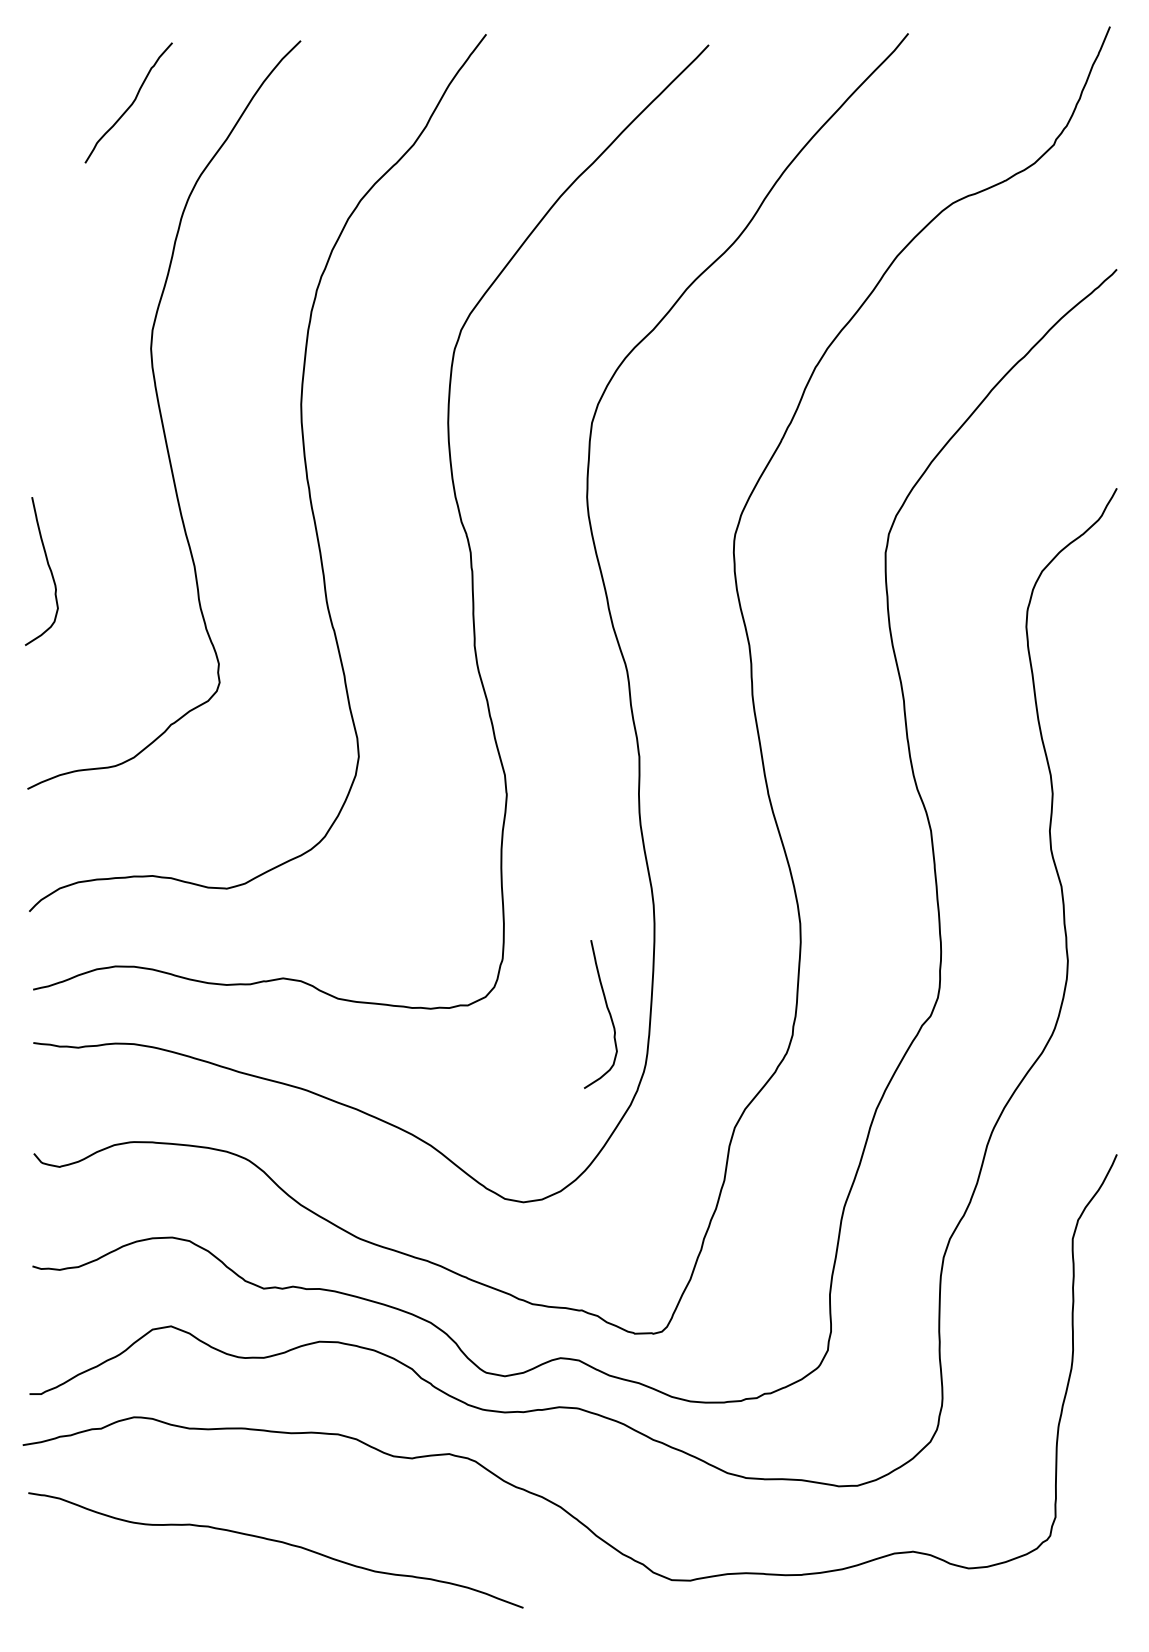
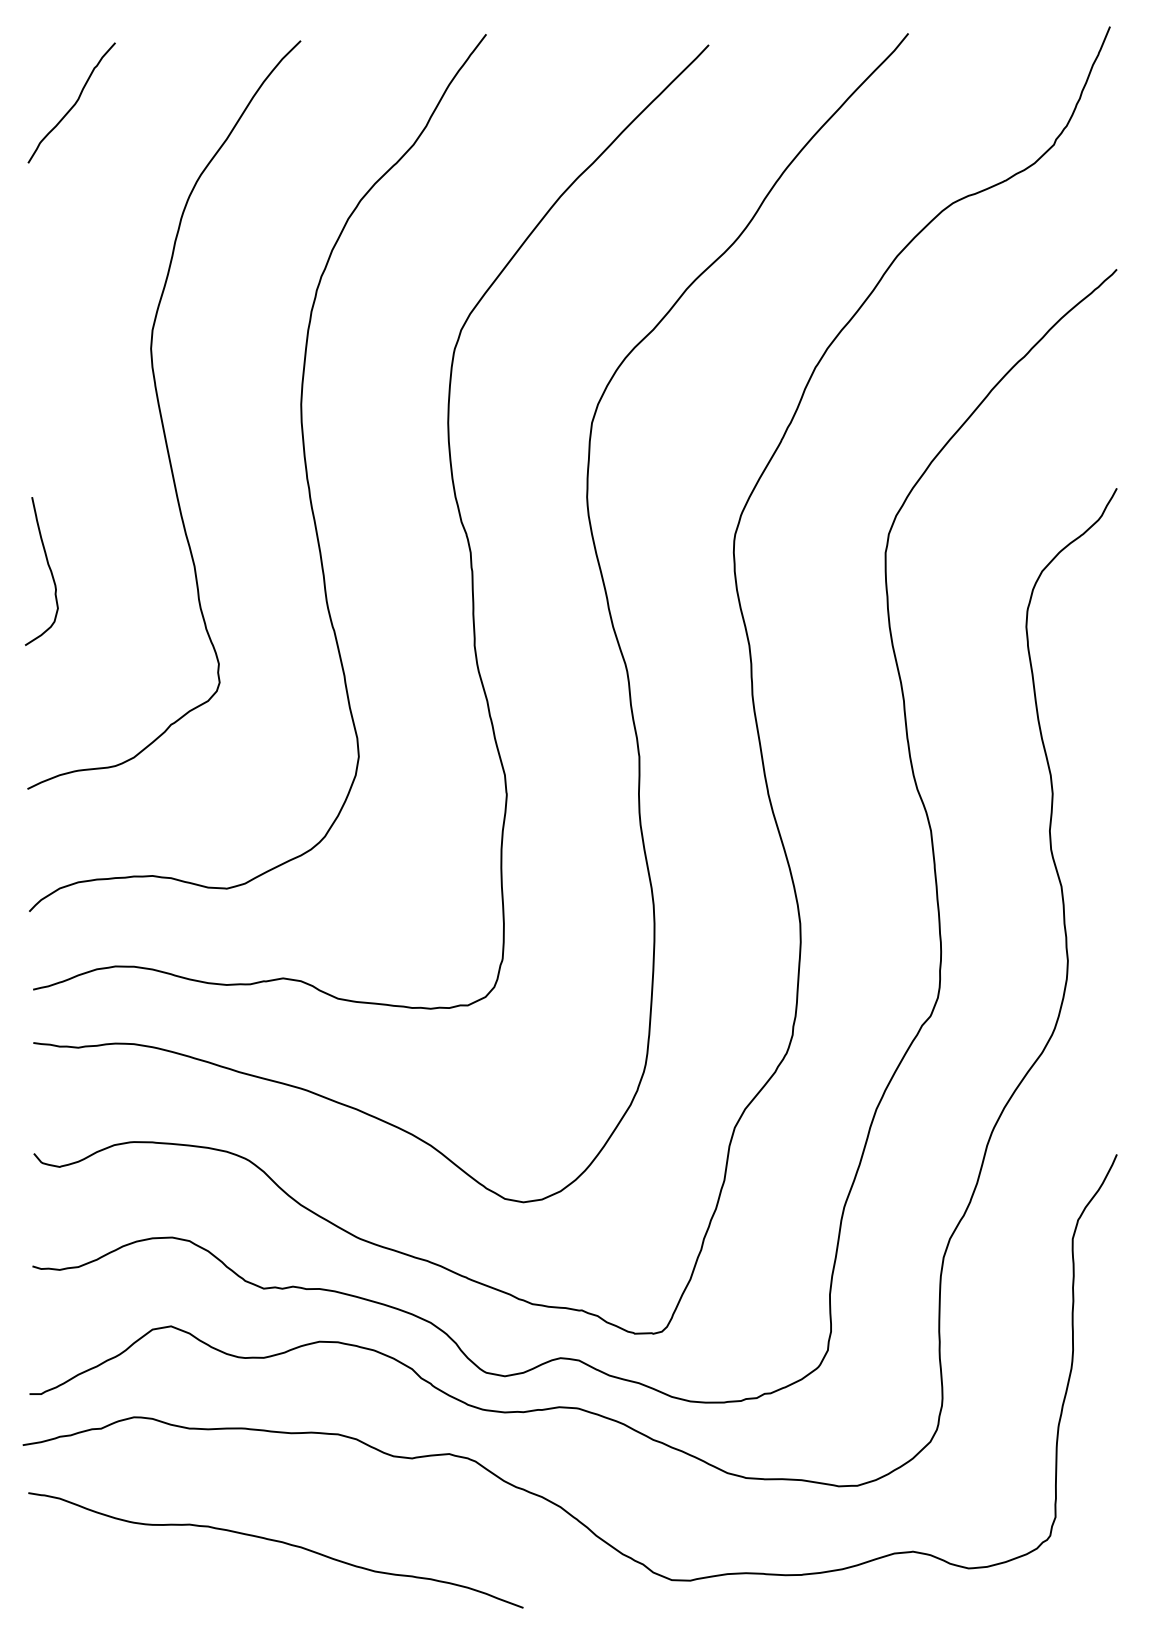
curve at (130, 104) position: (130, 104) -> (73, 104)
curve at (607, 1010): present -> none
